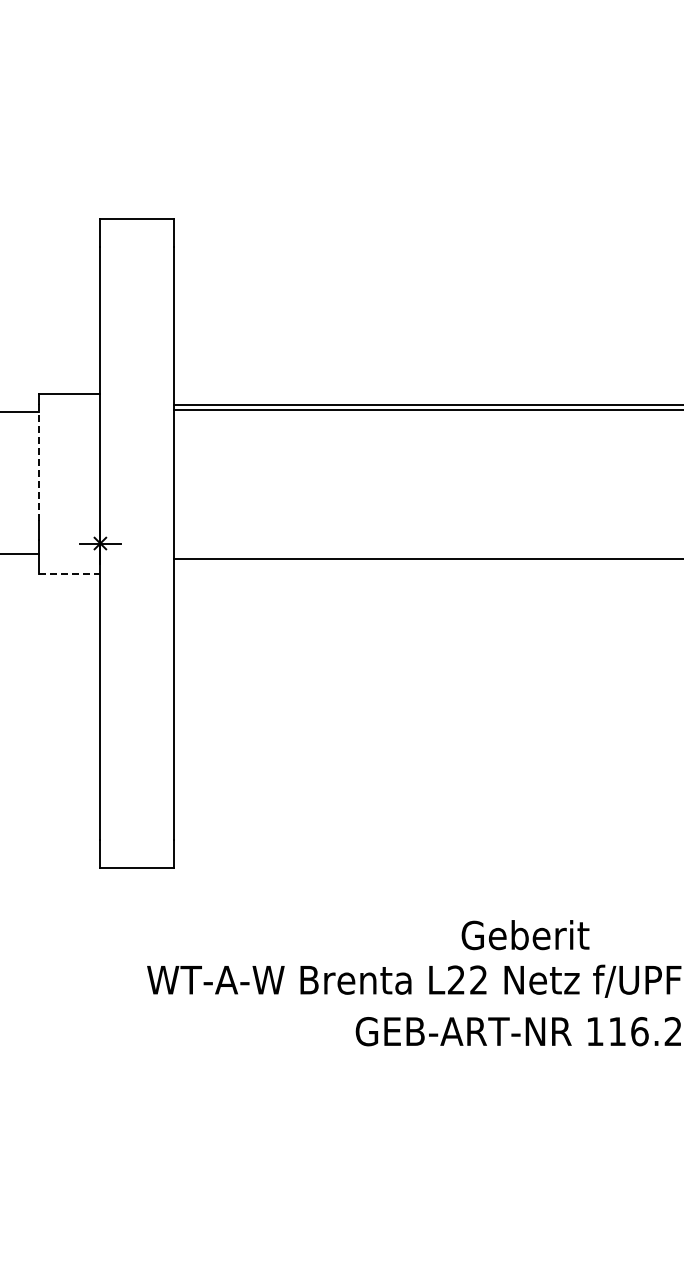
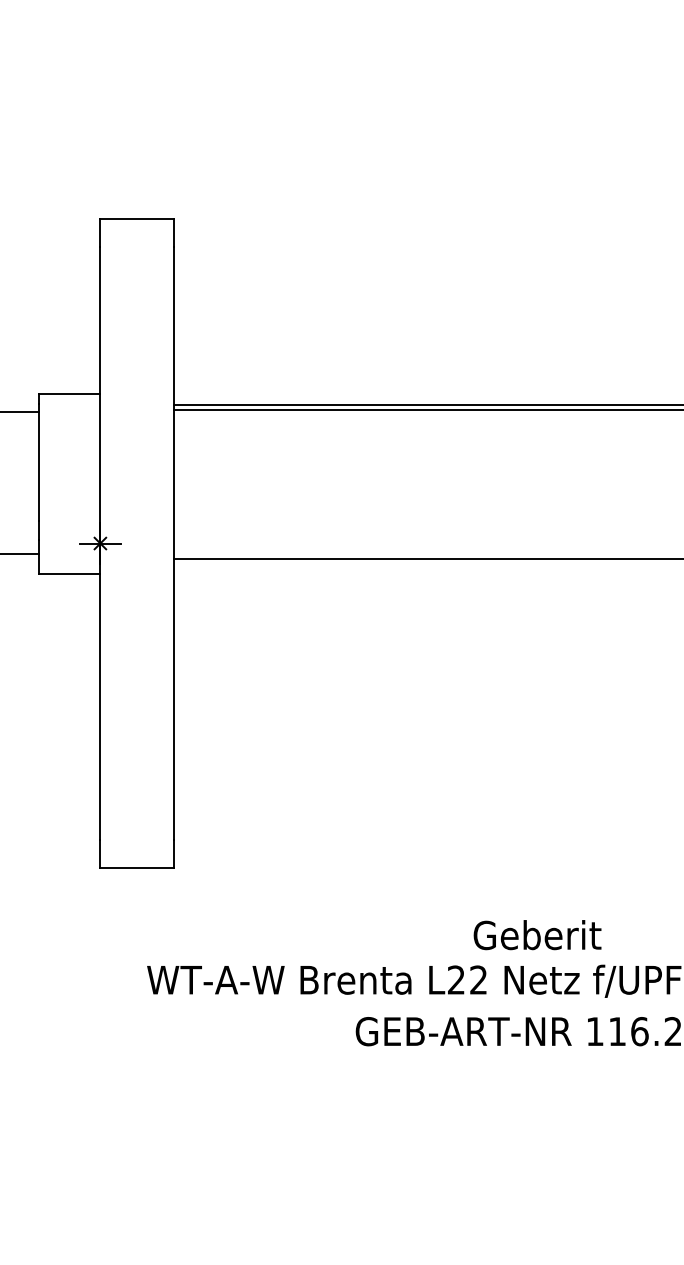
line at (39, 462): dashed -> solid
line at (70, 573): dashed -> solid
text at (525, 935) position: (525, 935) -> (537, 935)
